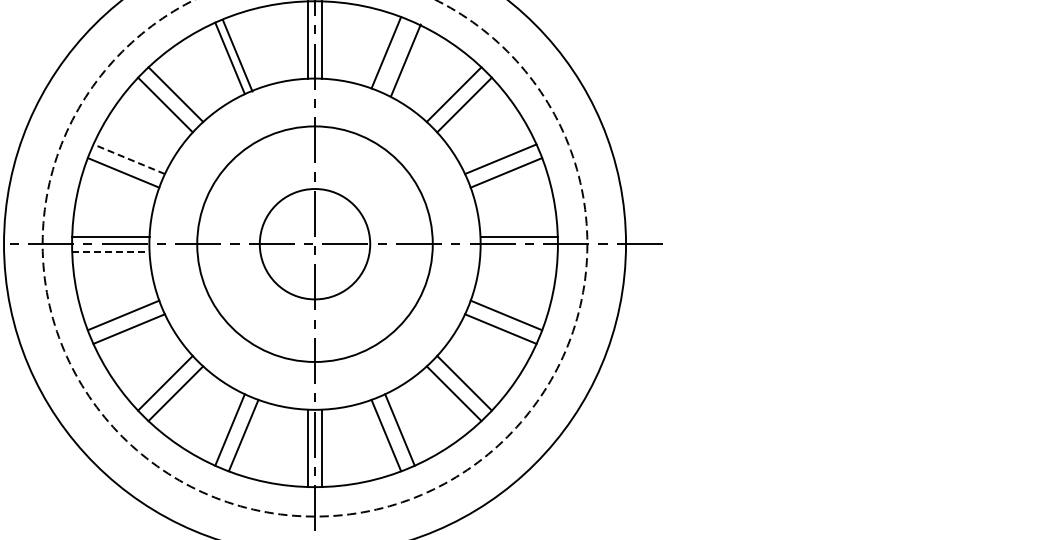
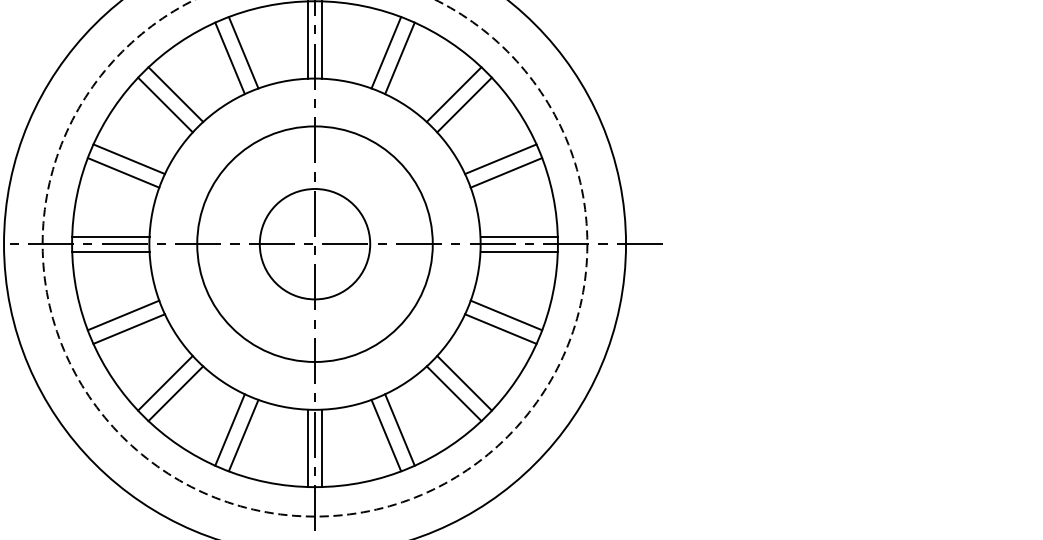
line at (237, 55) position: (237, 55) -> (243, 52)
line at (405, 60) position: (405, 60) -> (399, 58)
line at (129, 159): dashed -> solid
line at (110, 251): dashed -> solid
line at (518, 251): none -> present
